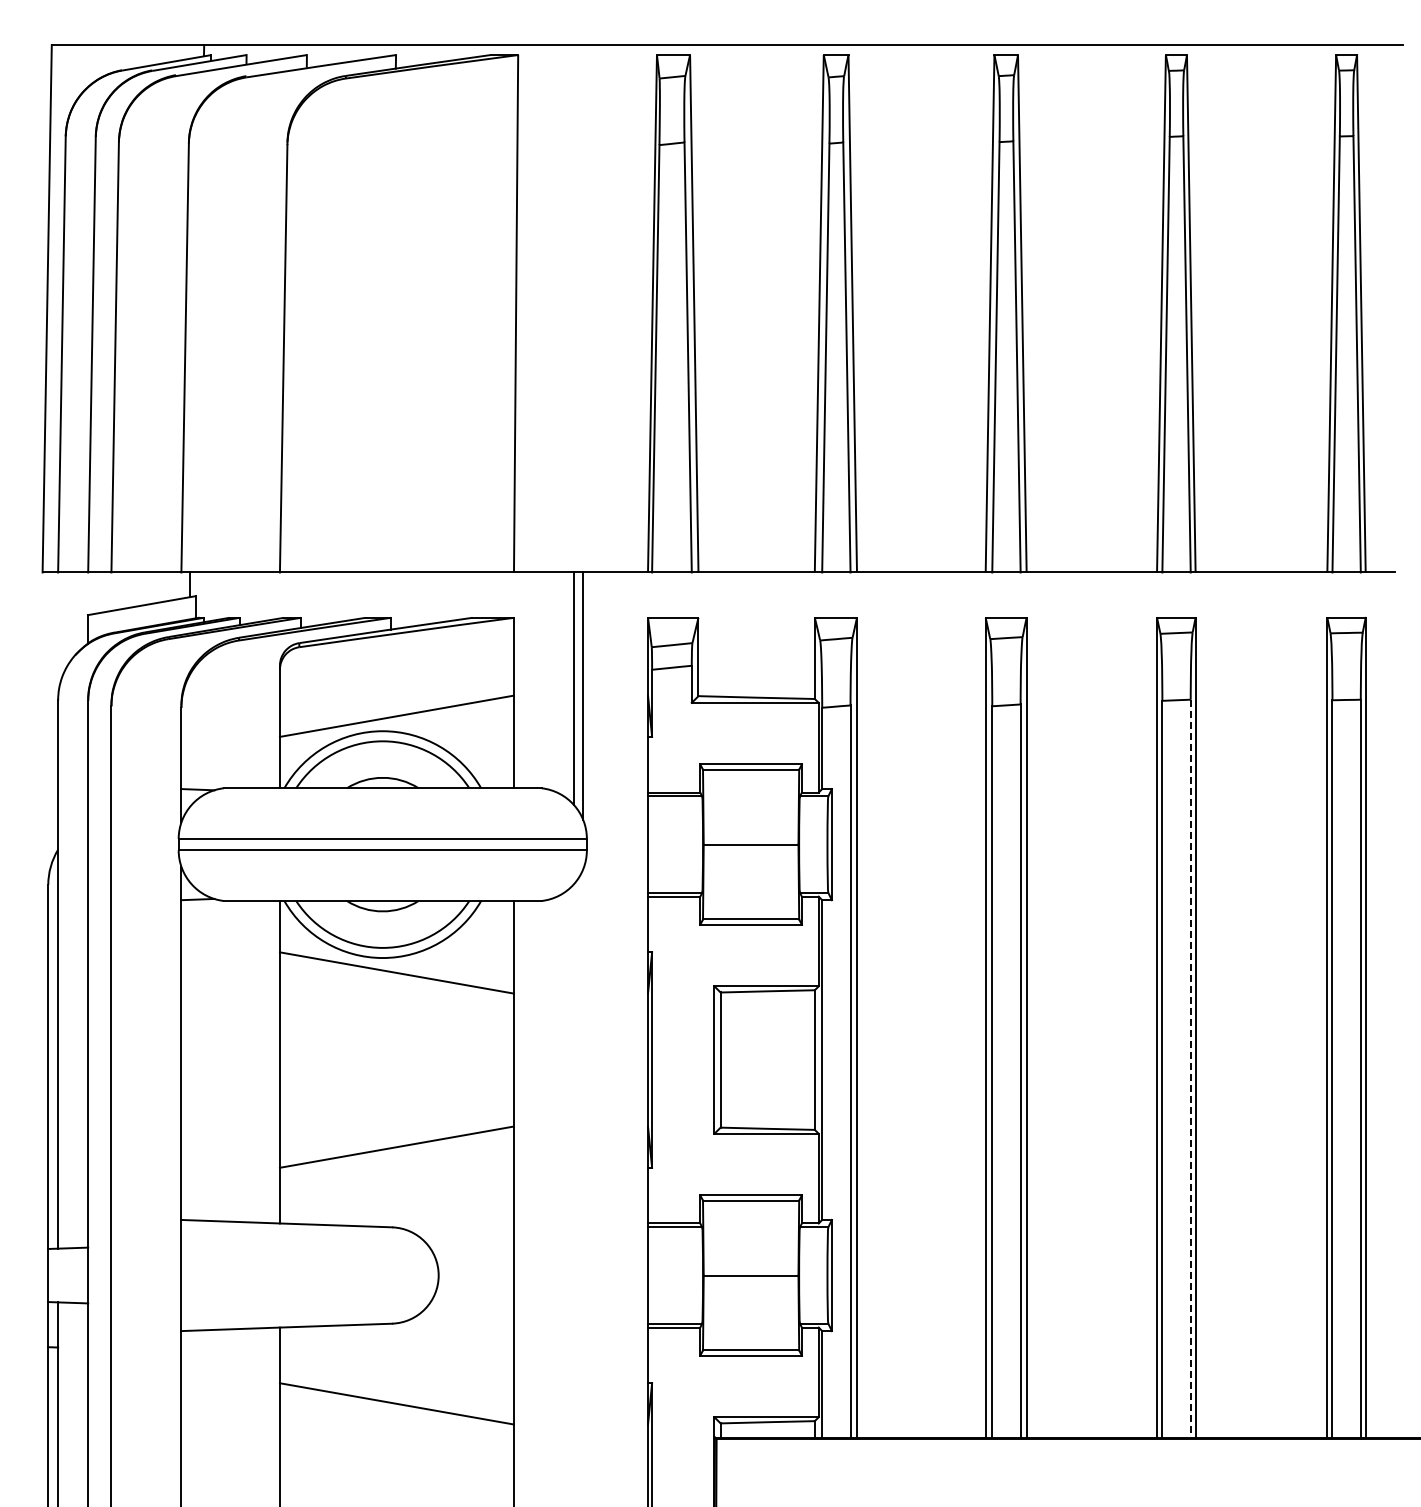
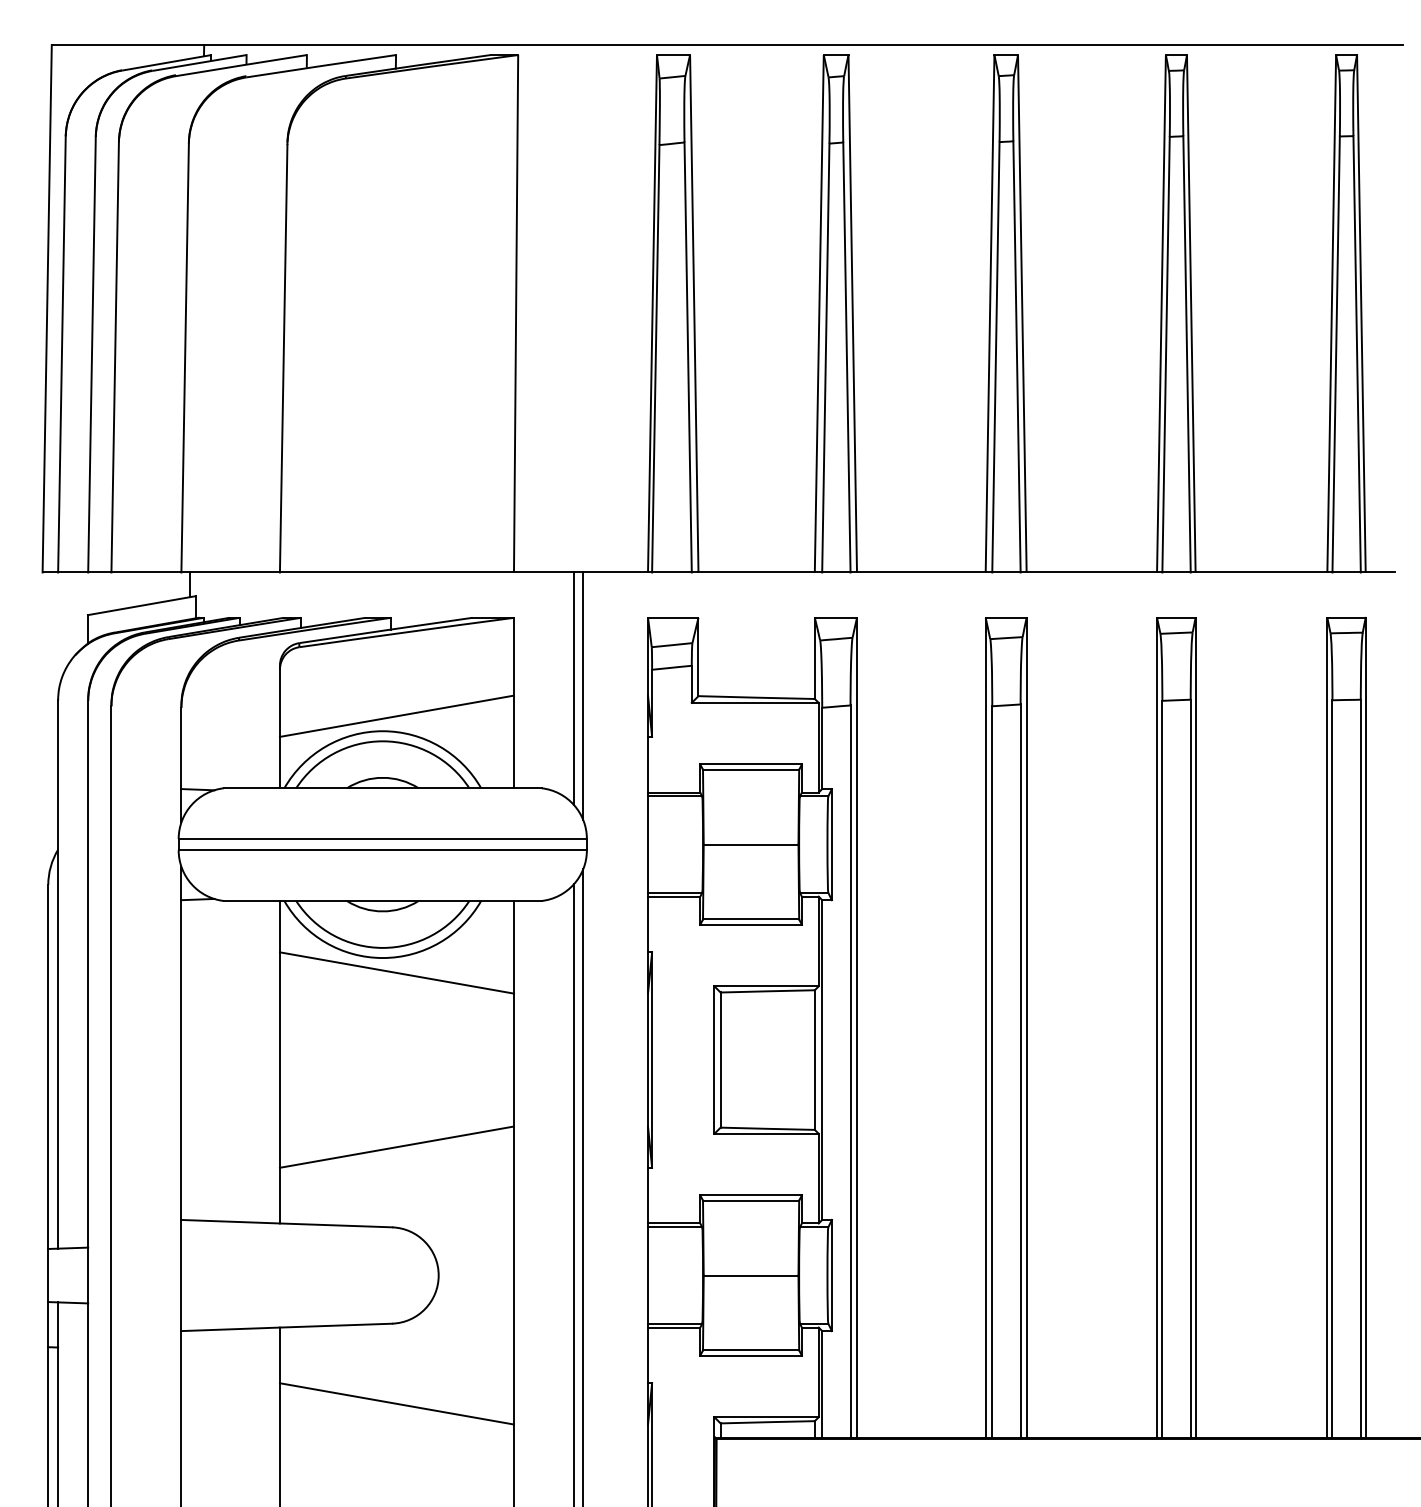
line at (1190, 1068): dashed -> solid
line at (583, 1185): none -> present
line at (573, 1193): none -> present
